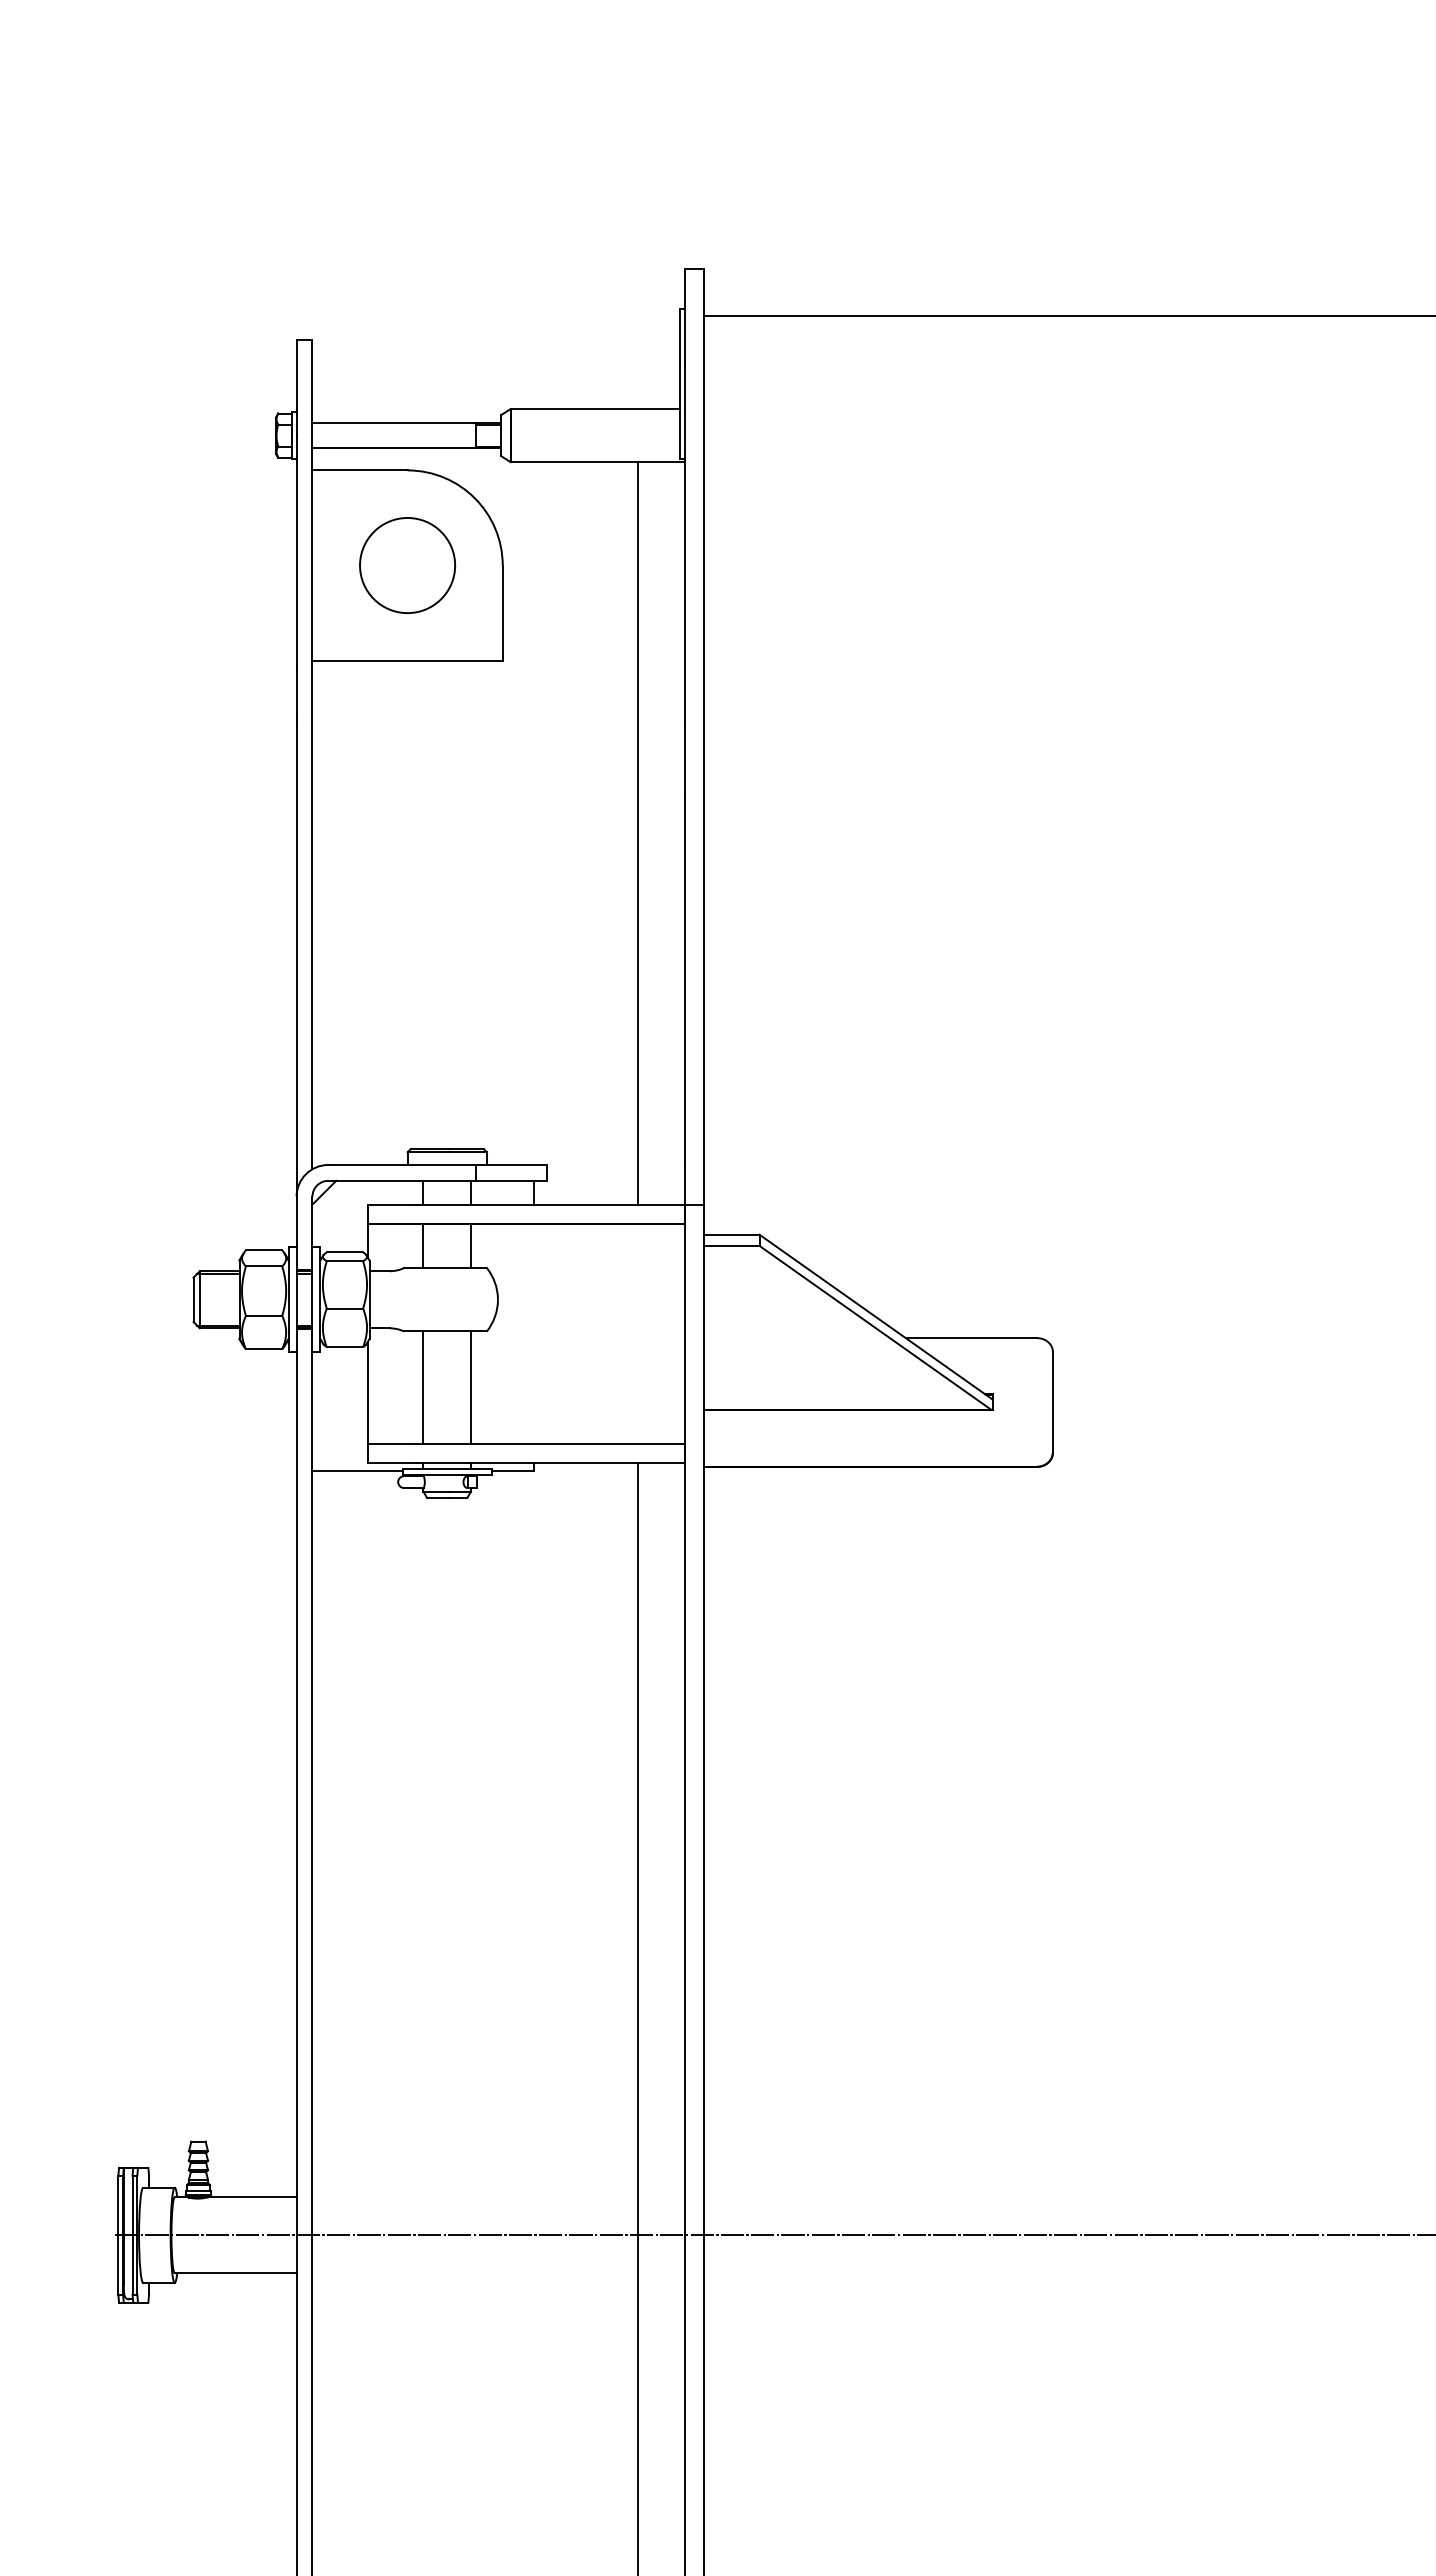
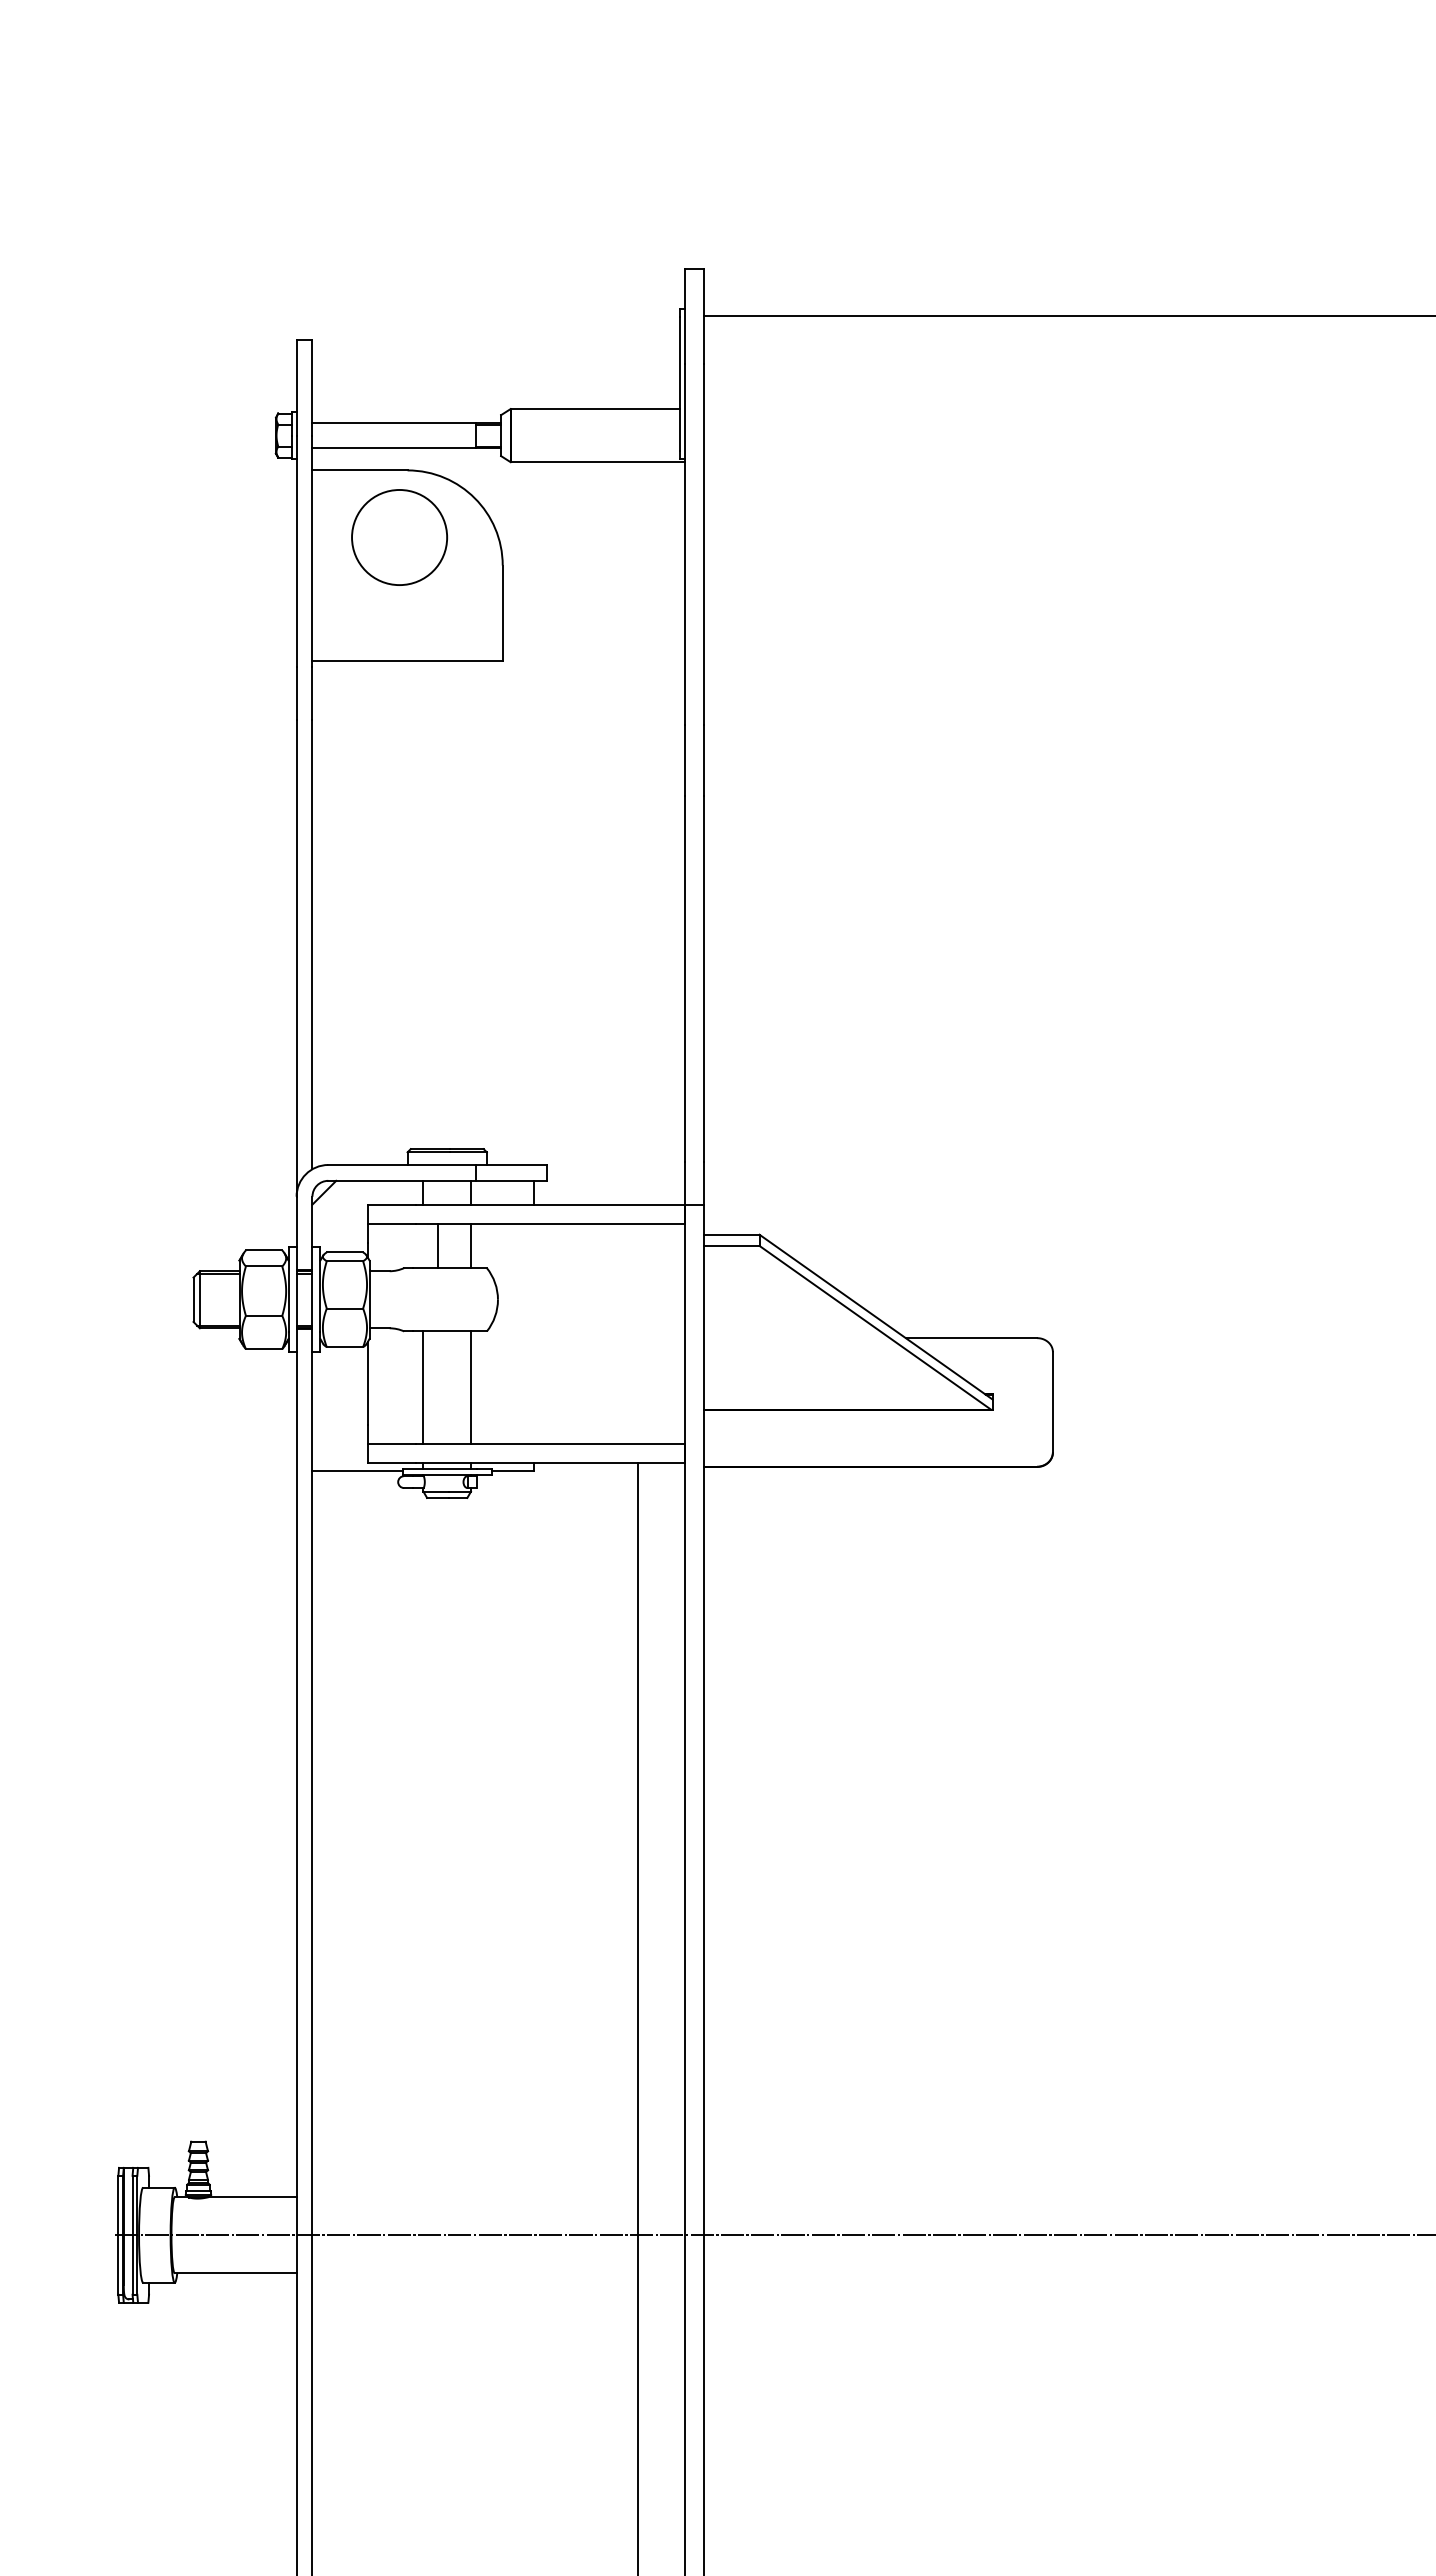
circle at (407, 565) position: (407, 565) -> (399, 537)
line at (637, 833): present -> none
line at (423, 1245) position: (423, 1245) -> (438, 1245)
